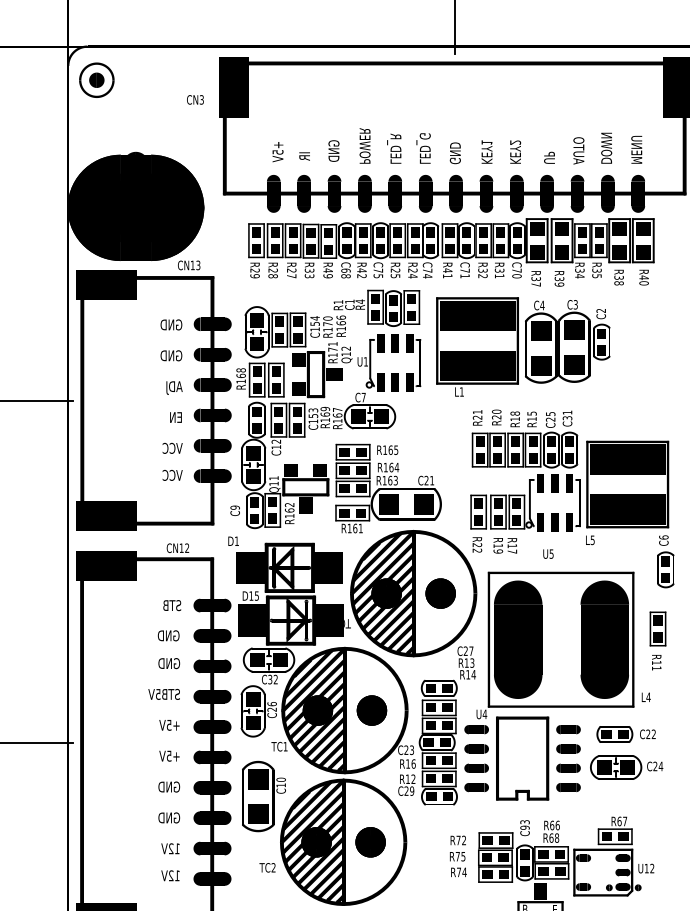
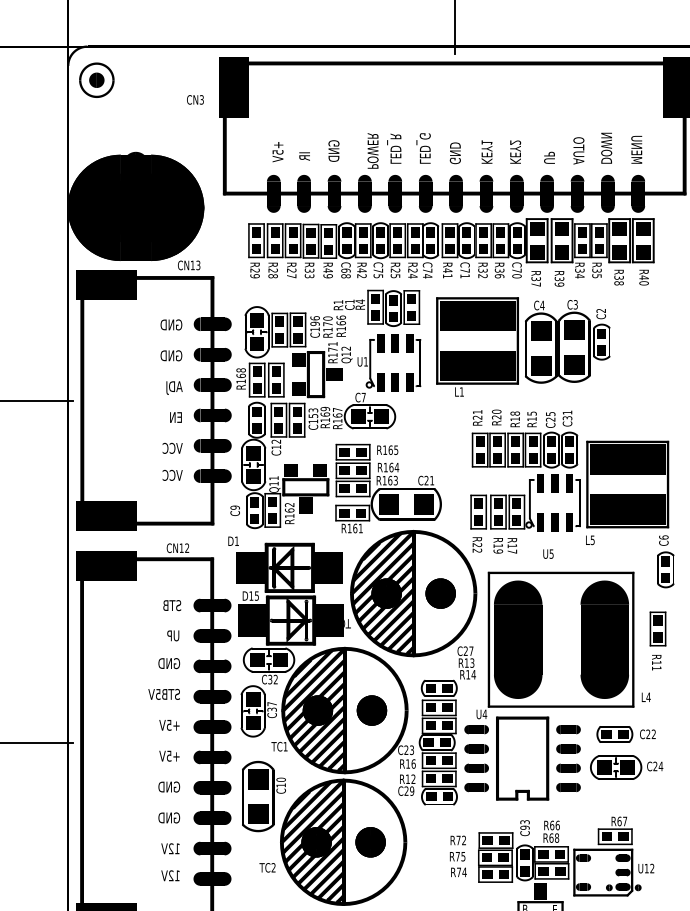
text at (364, 145) position: (364, 145) -> (372, 150)
text at (499, 276): R31 -> R36
text at (314, 320): C154 -> C196
text at (168, 635): GND -> UP
text at (271, 706): C26 -> C37
